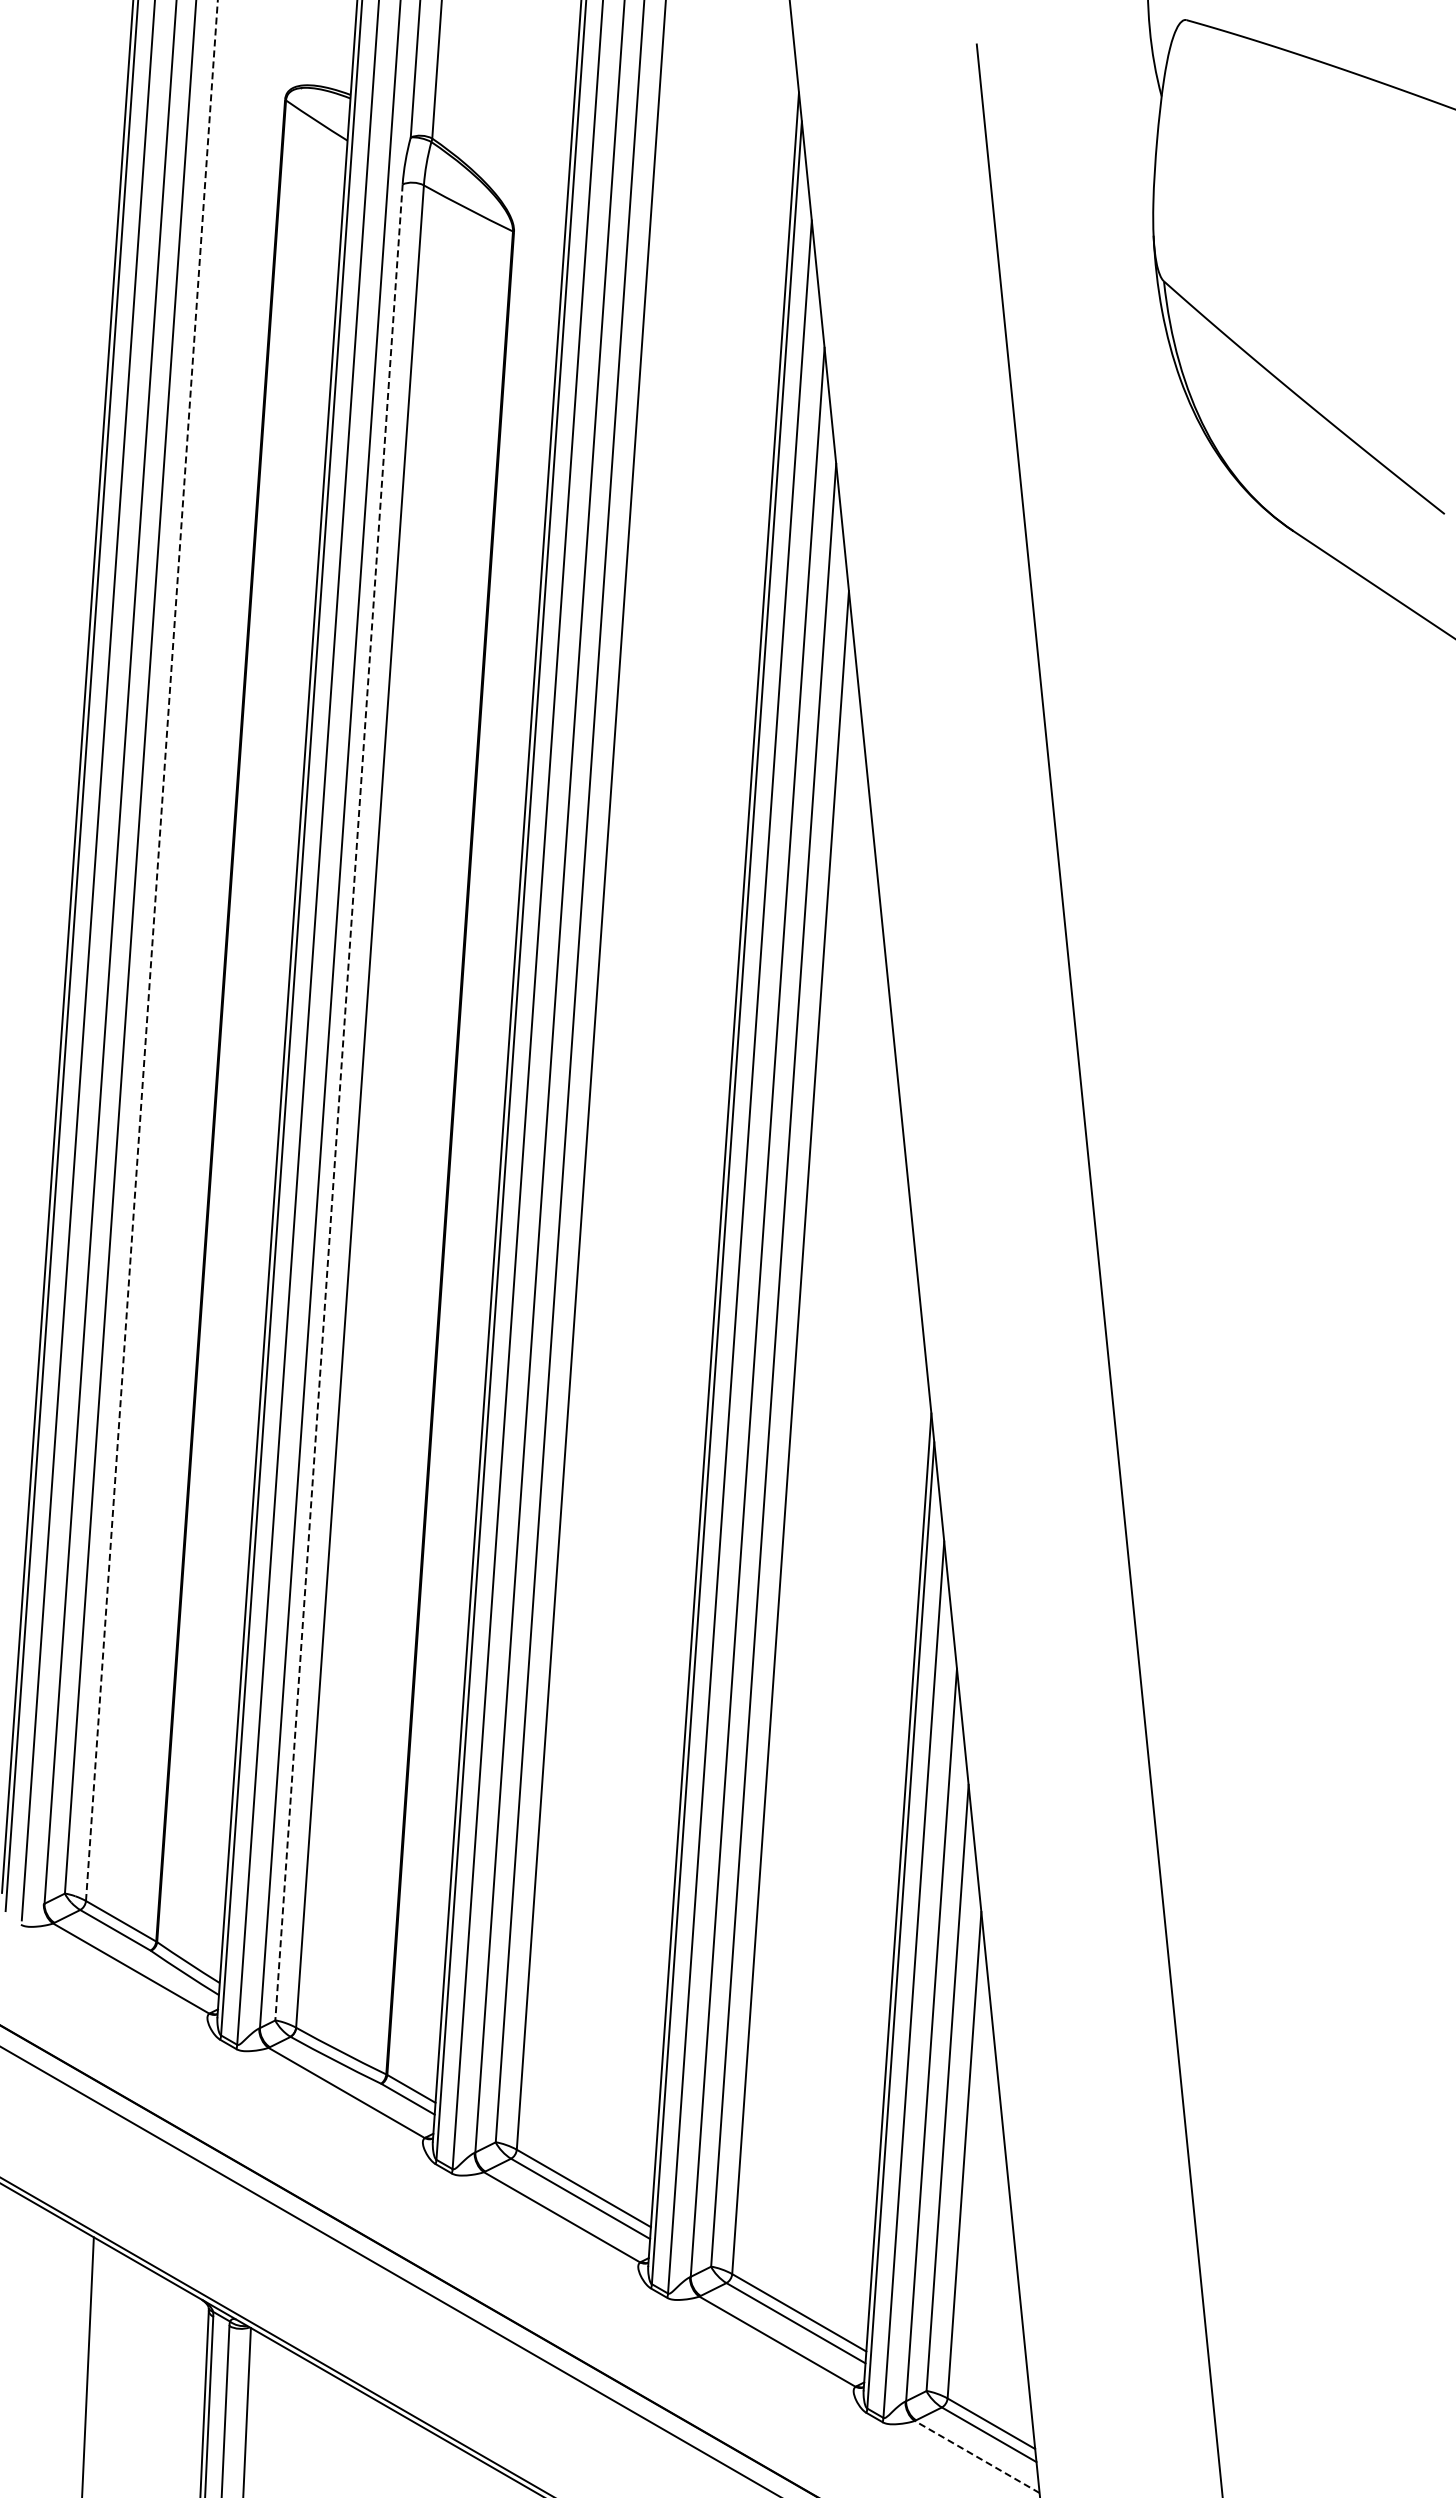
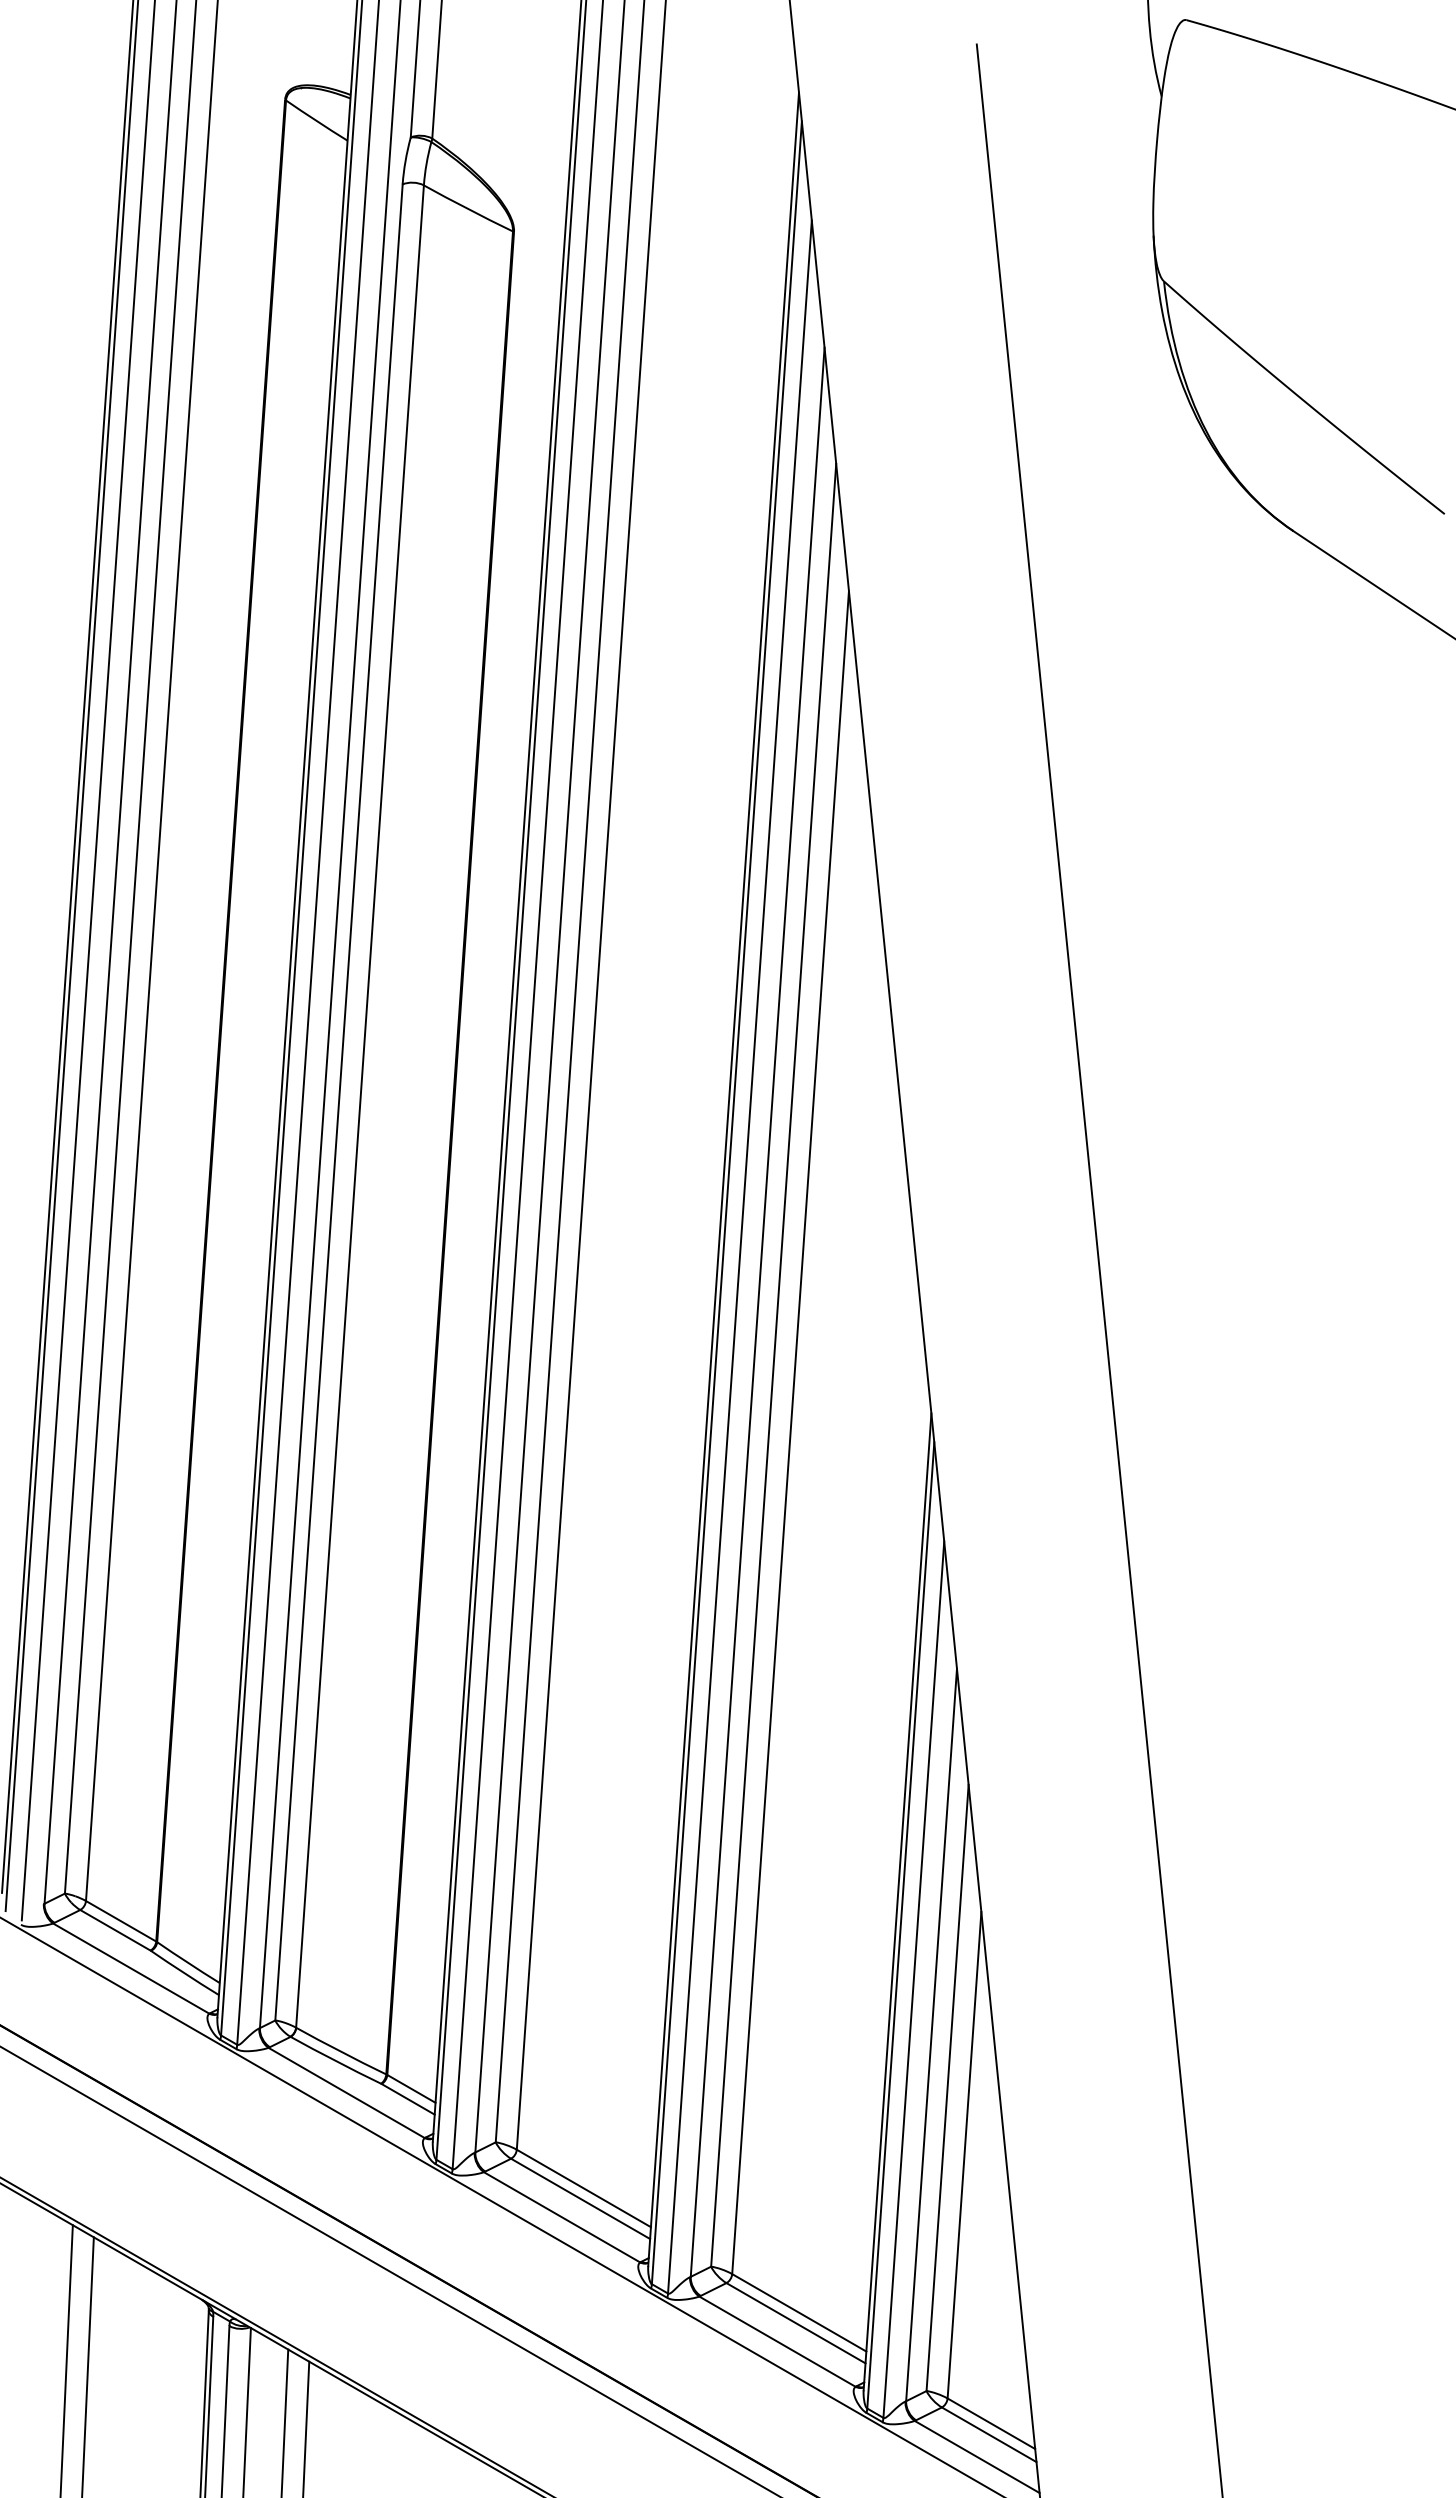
line at (151, 950): dashed -> solid
line at (338, 1102): dashed -> solid
line at (500, 2206): none -> present
line at (66, 2359): none -> present
line at (284, 2421): none -> present
line at (306, 2427): none -> present
line at (976, 2456): dashed -> solid
